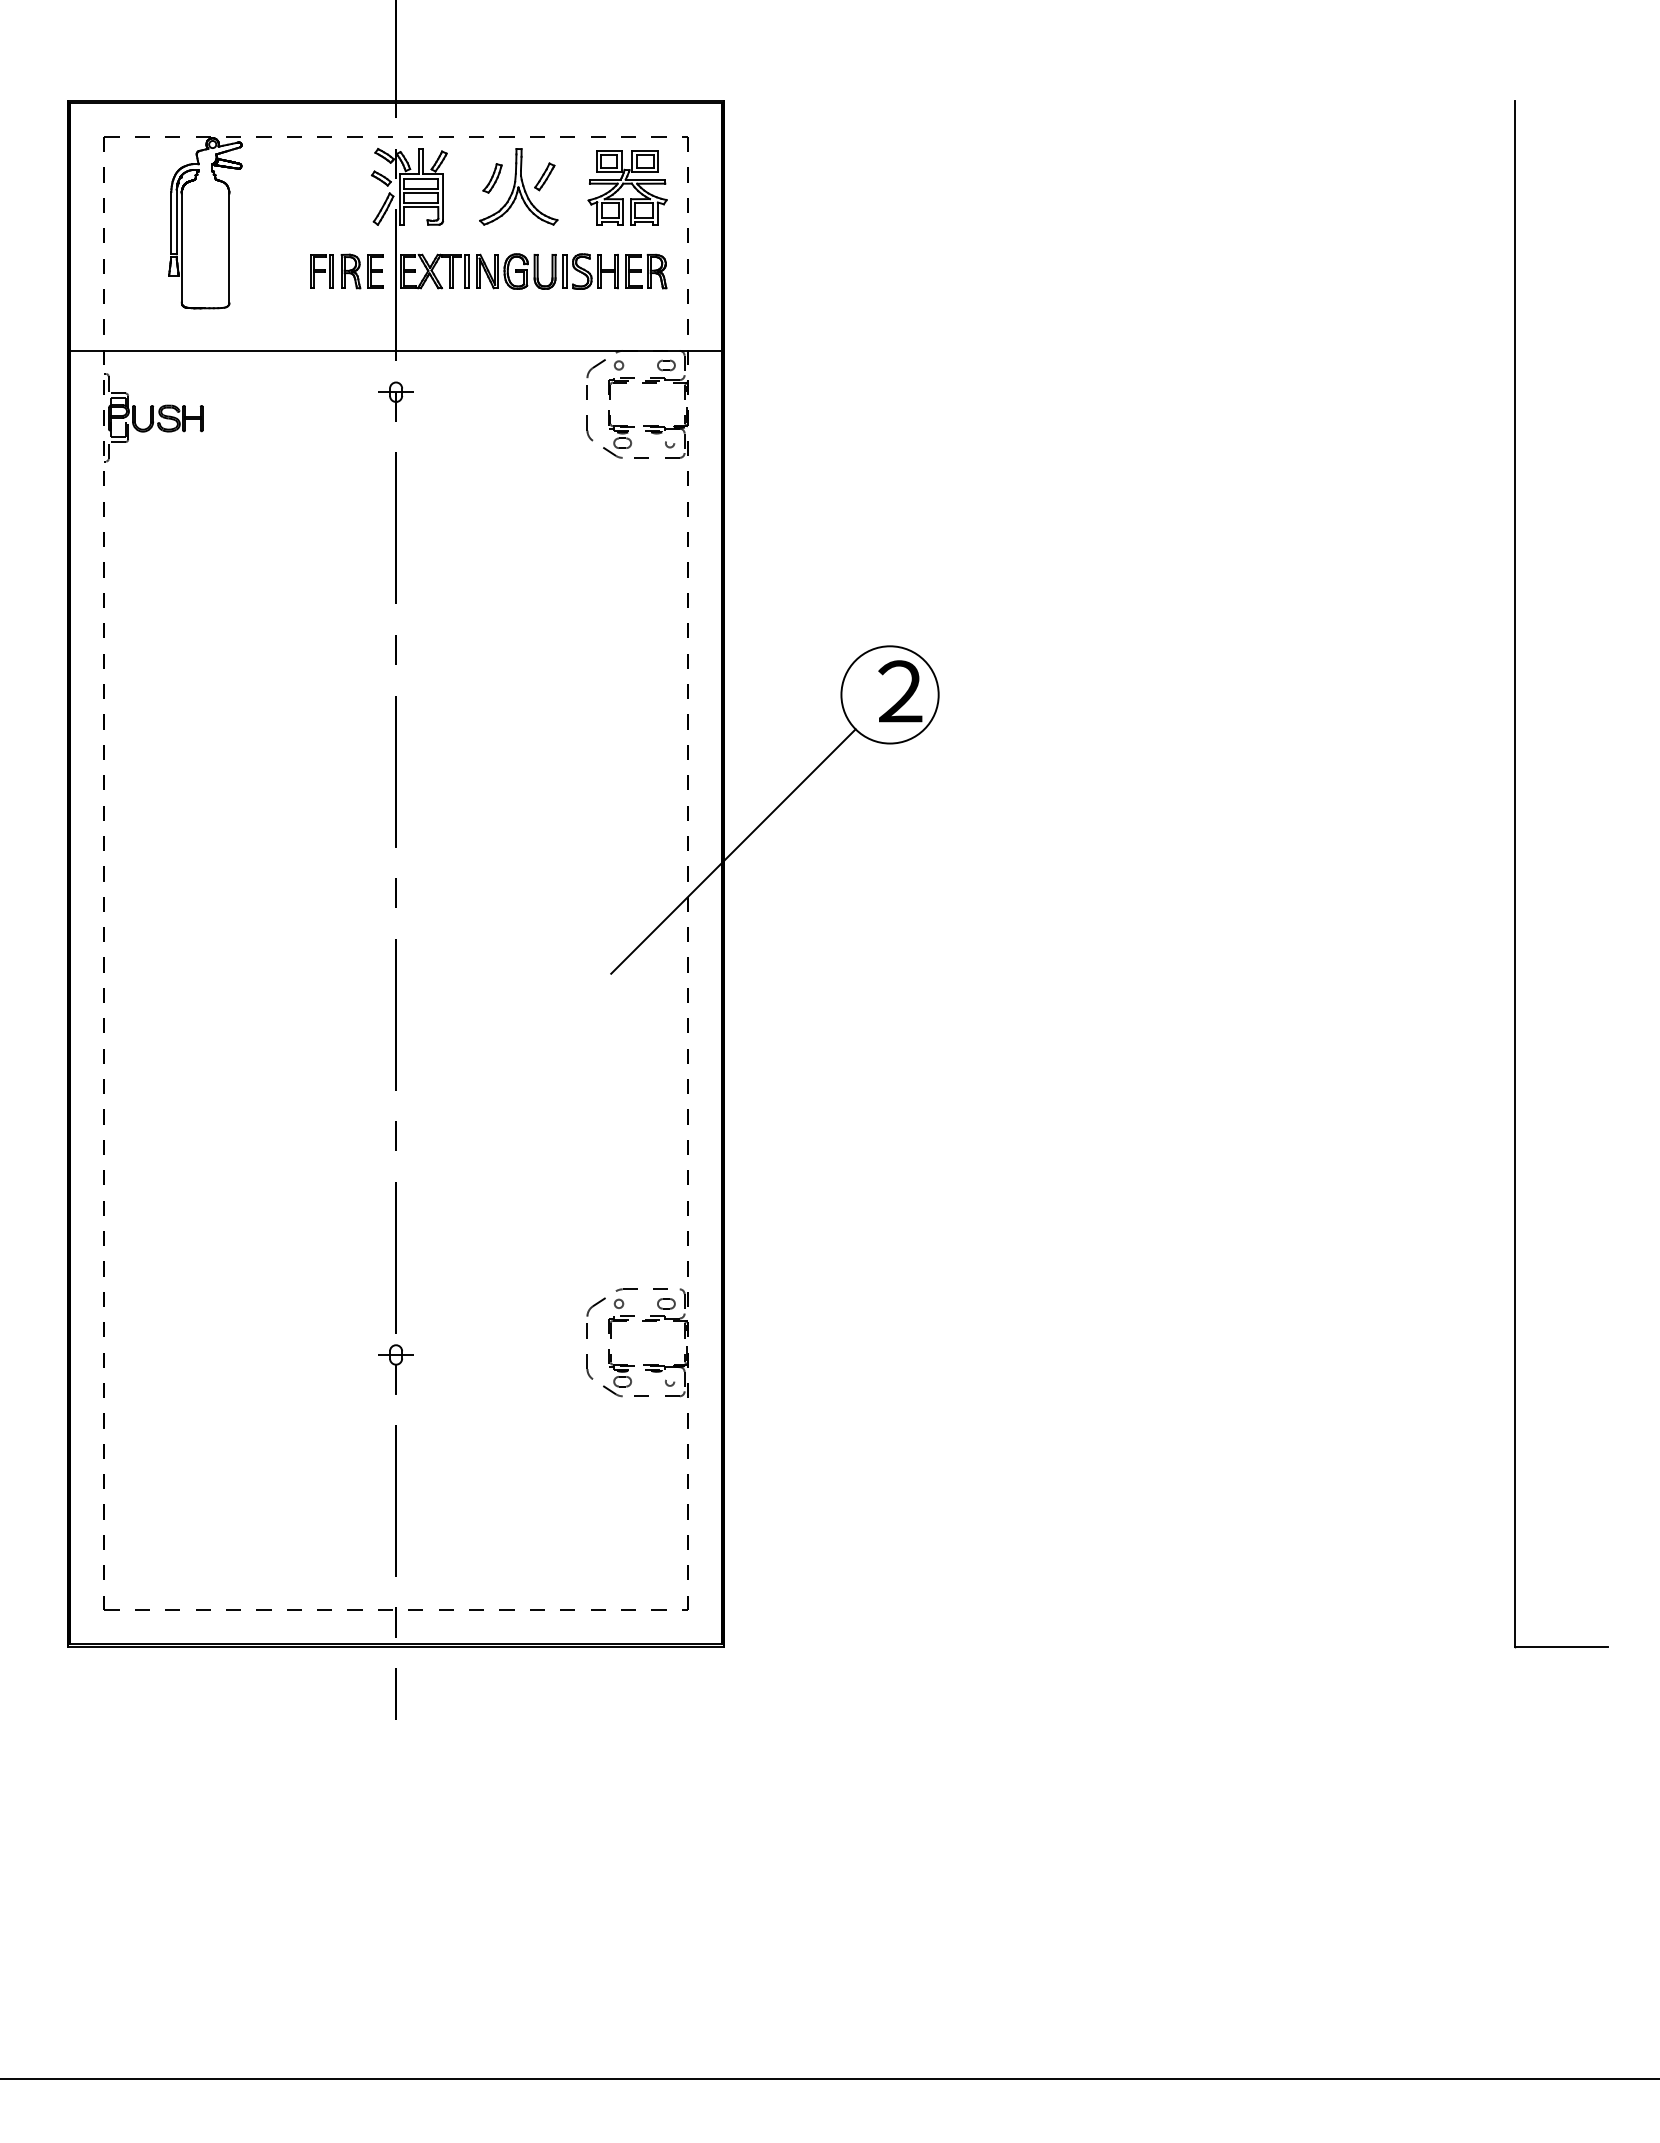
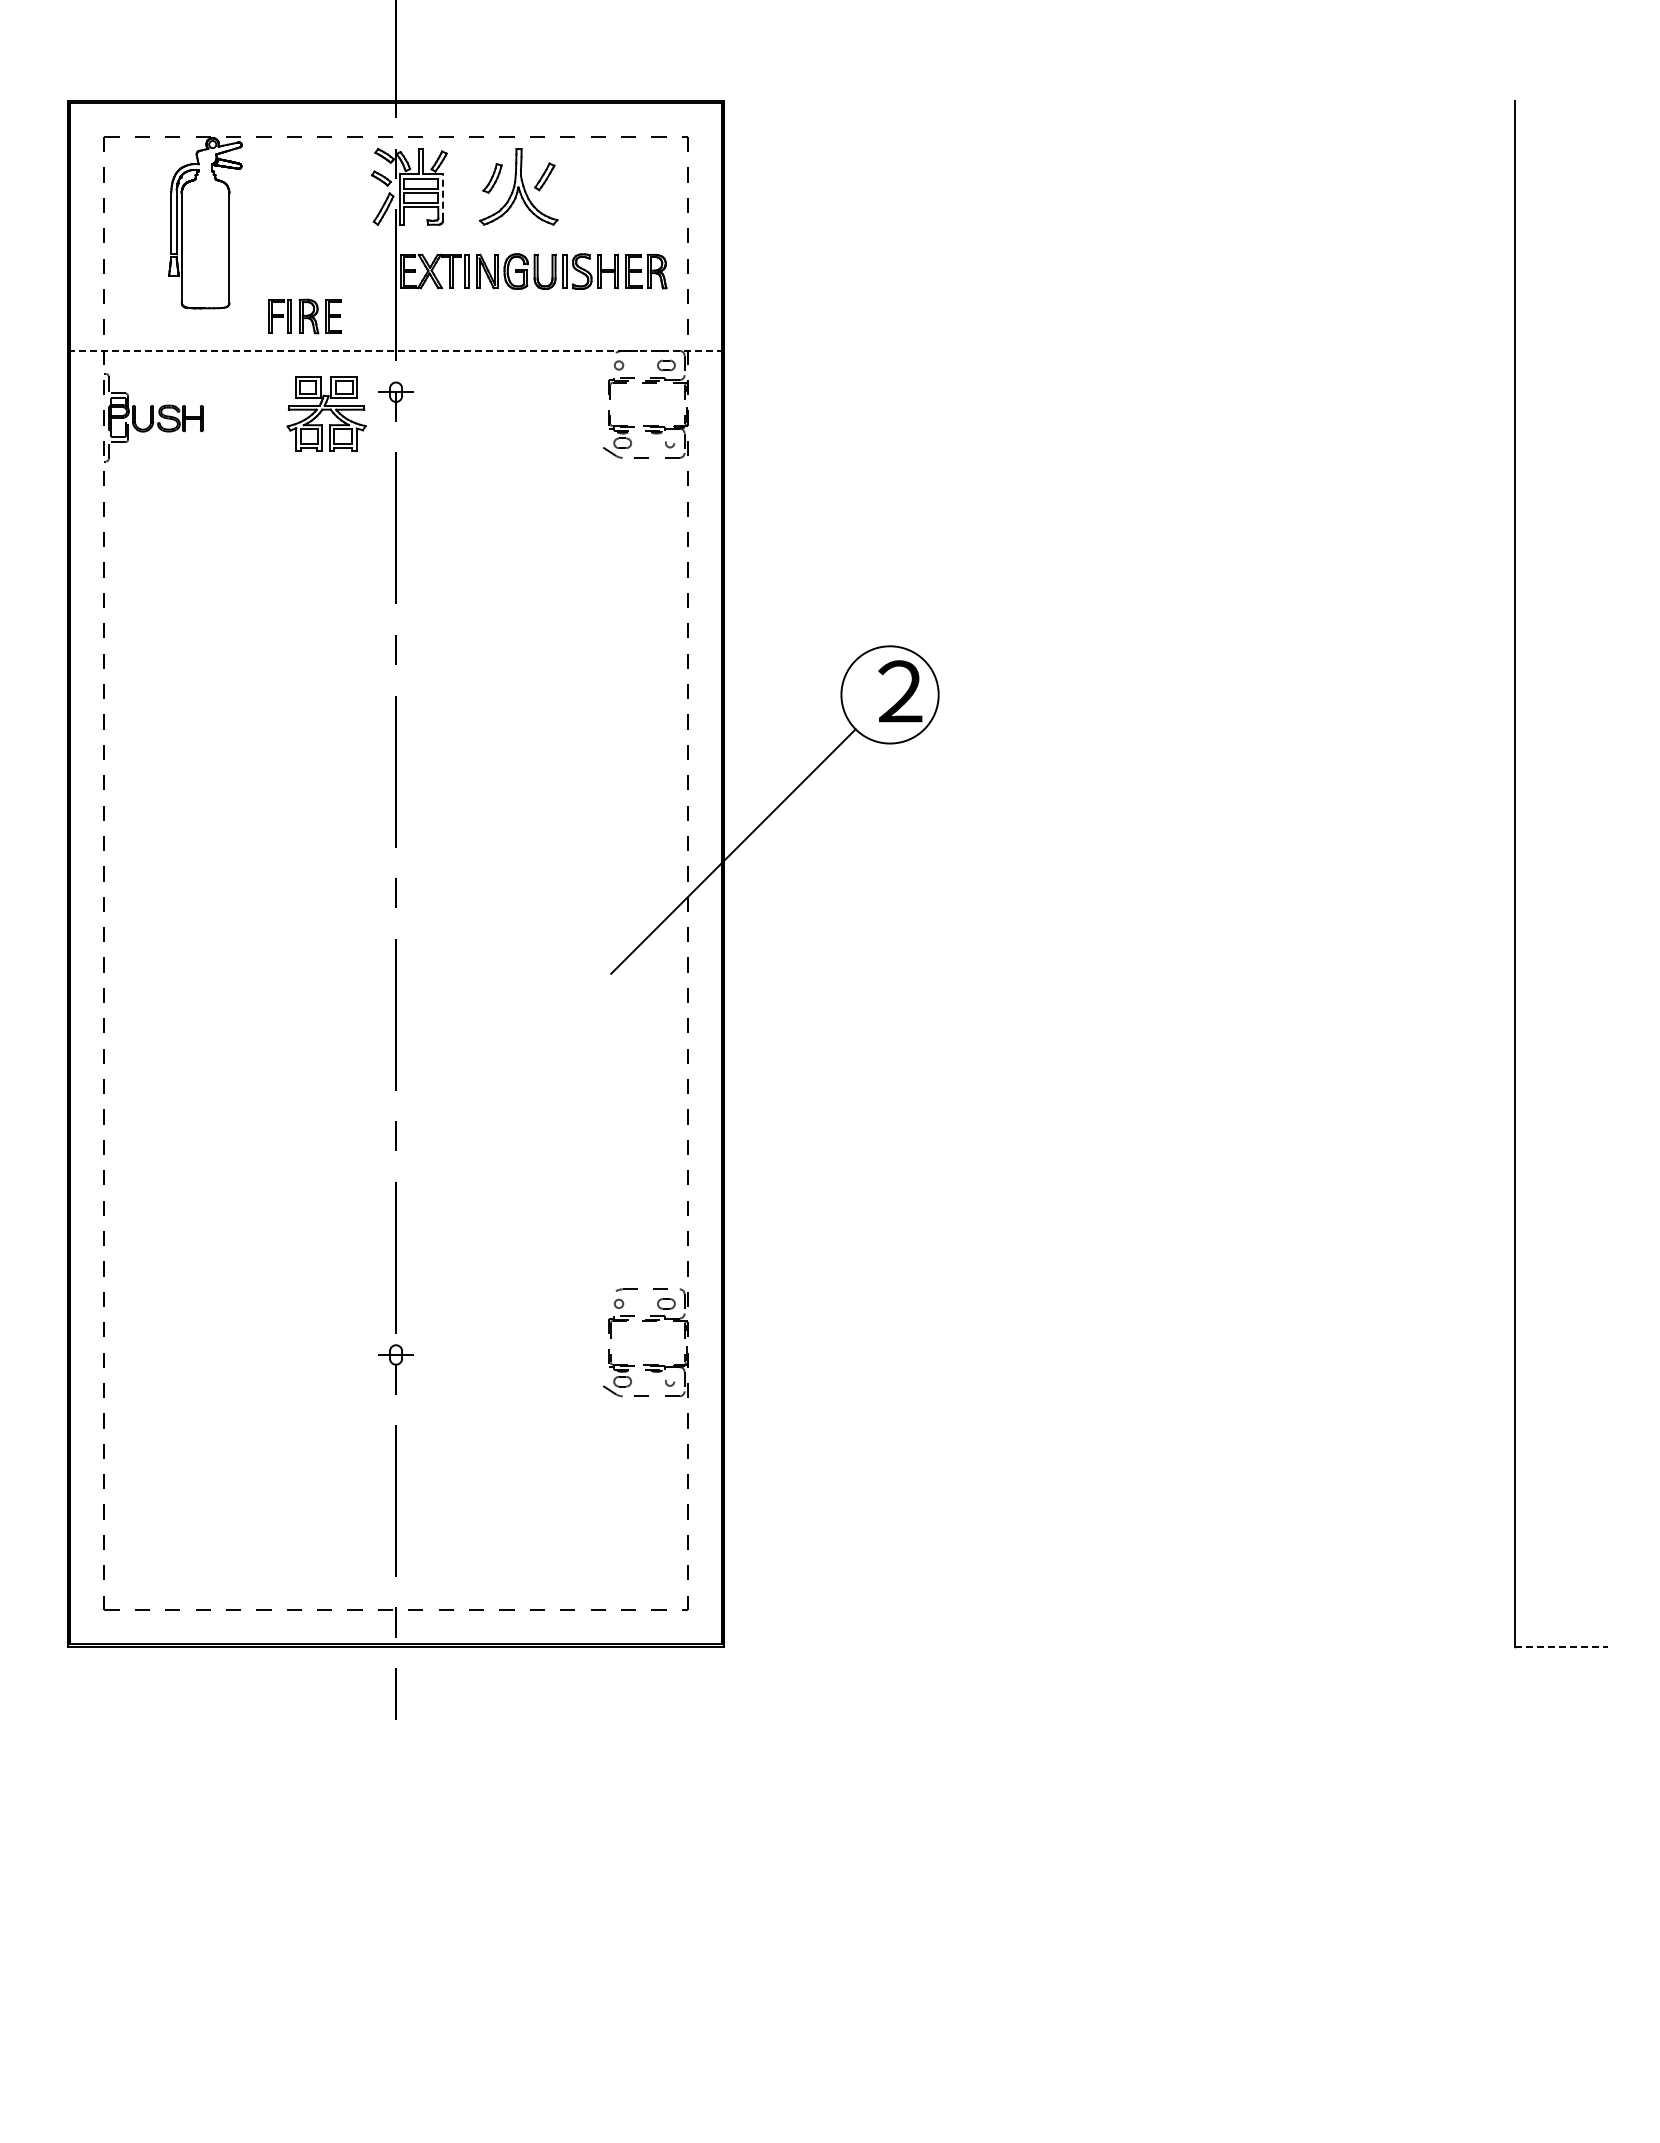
part at (627, 187) position: (627, 187) -> (326, 413)
line at (443, 197): solid -> dashed
part at (346, 271) position: (346, 271) -> (304, 316)
line at (397, 350): solid -> dashed
part at (587, 399): present -> none
part at (587, 1338): present -> none
line at (1561, 1646): solid -> dashed
line at (829, 2078): present -> none
